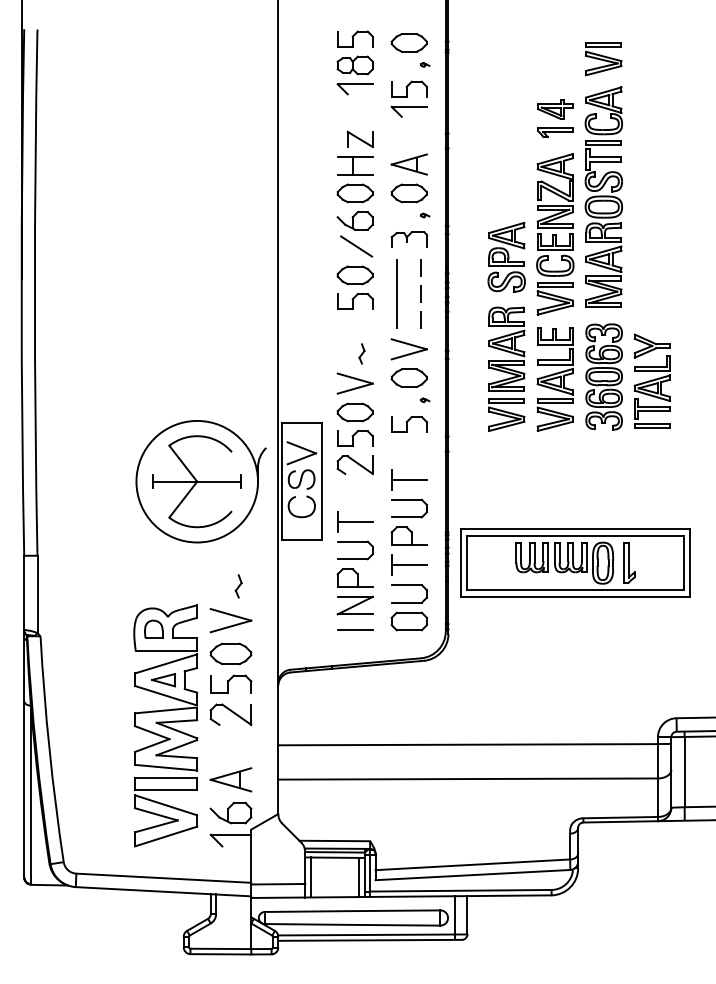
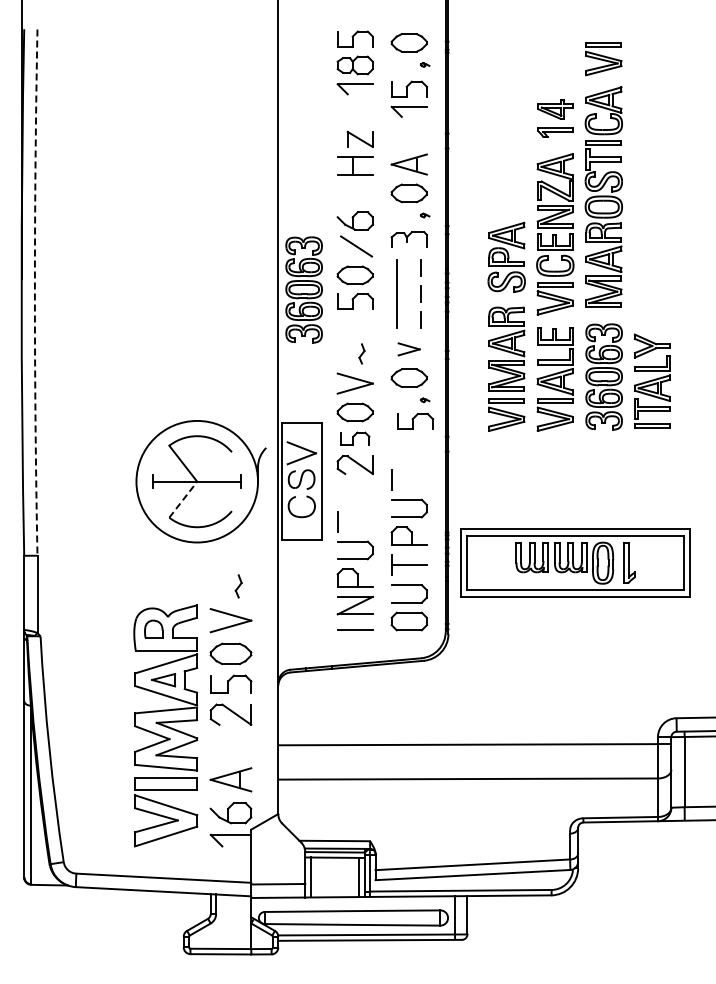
part at (354, 193): present -> none
part at (303, 289): none -> present
arc at (34, 292): solid -> dashed
part at (408, 349) size: 38x23 px -> 24x15 px
part at (409, 424) position: (409, 424) -> (415, 421)
part at (355, 438) size: 37x17 px -> 31x15 px
line at (408, 479): present -> none
line at (183, 499): solid -> dashed
line at (354, 521): present -> none
